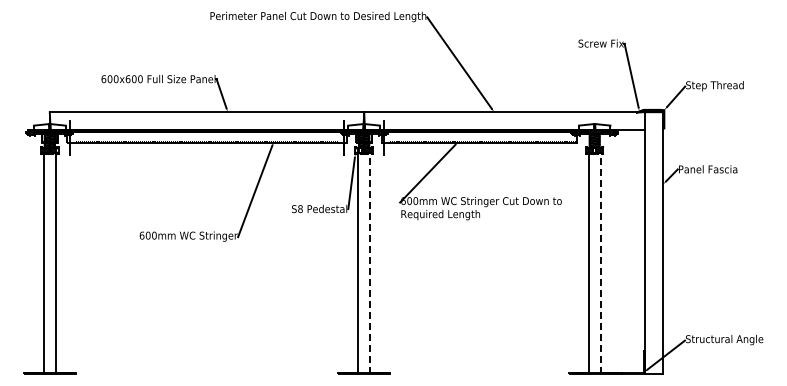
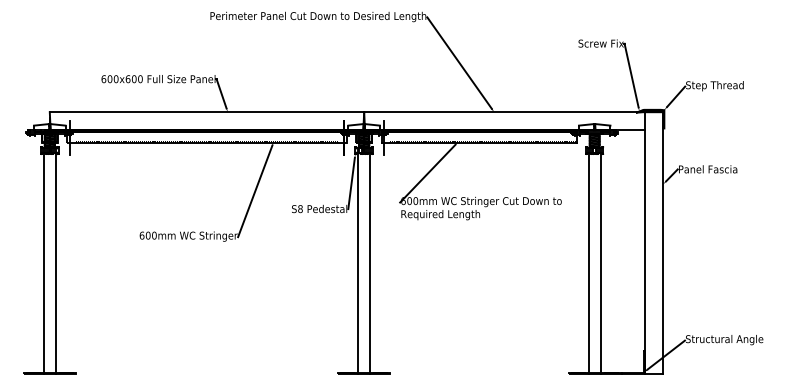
line at (370, 263): dashed -> solid
line at (600, 263): dashed -> solid
